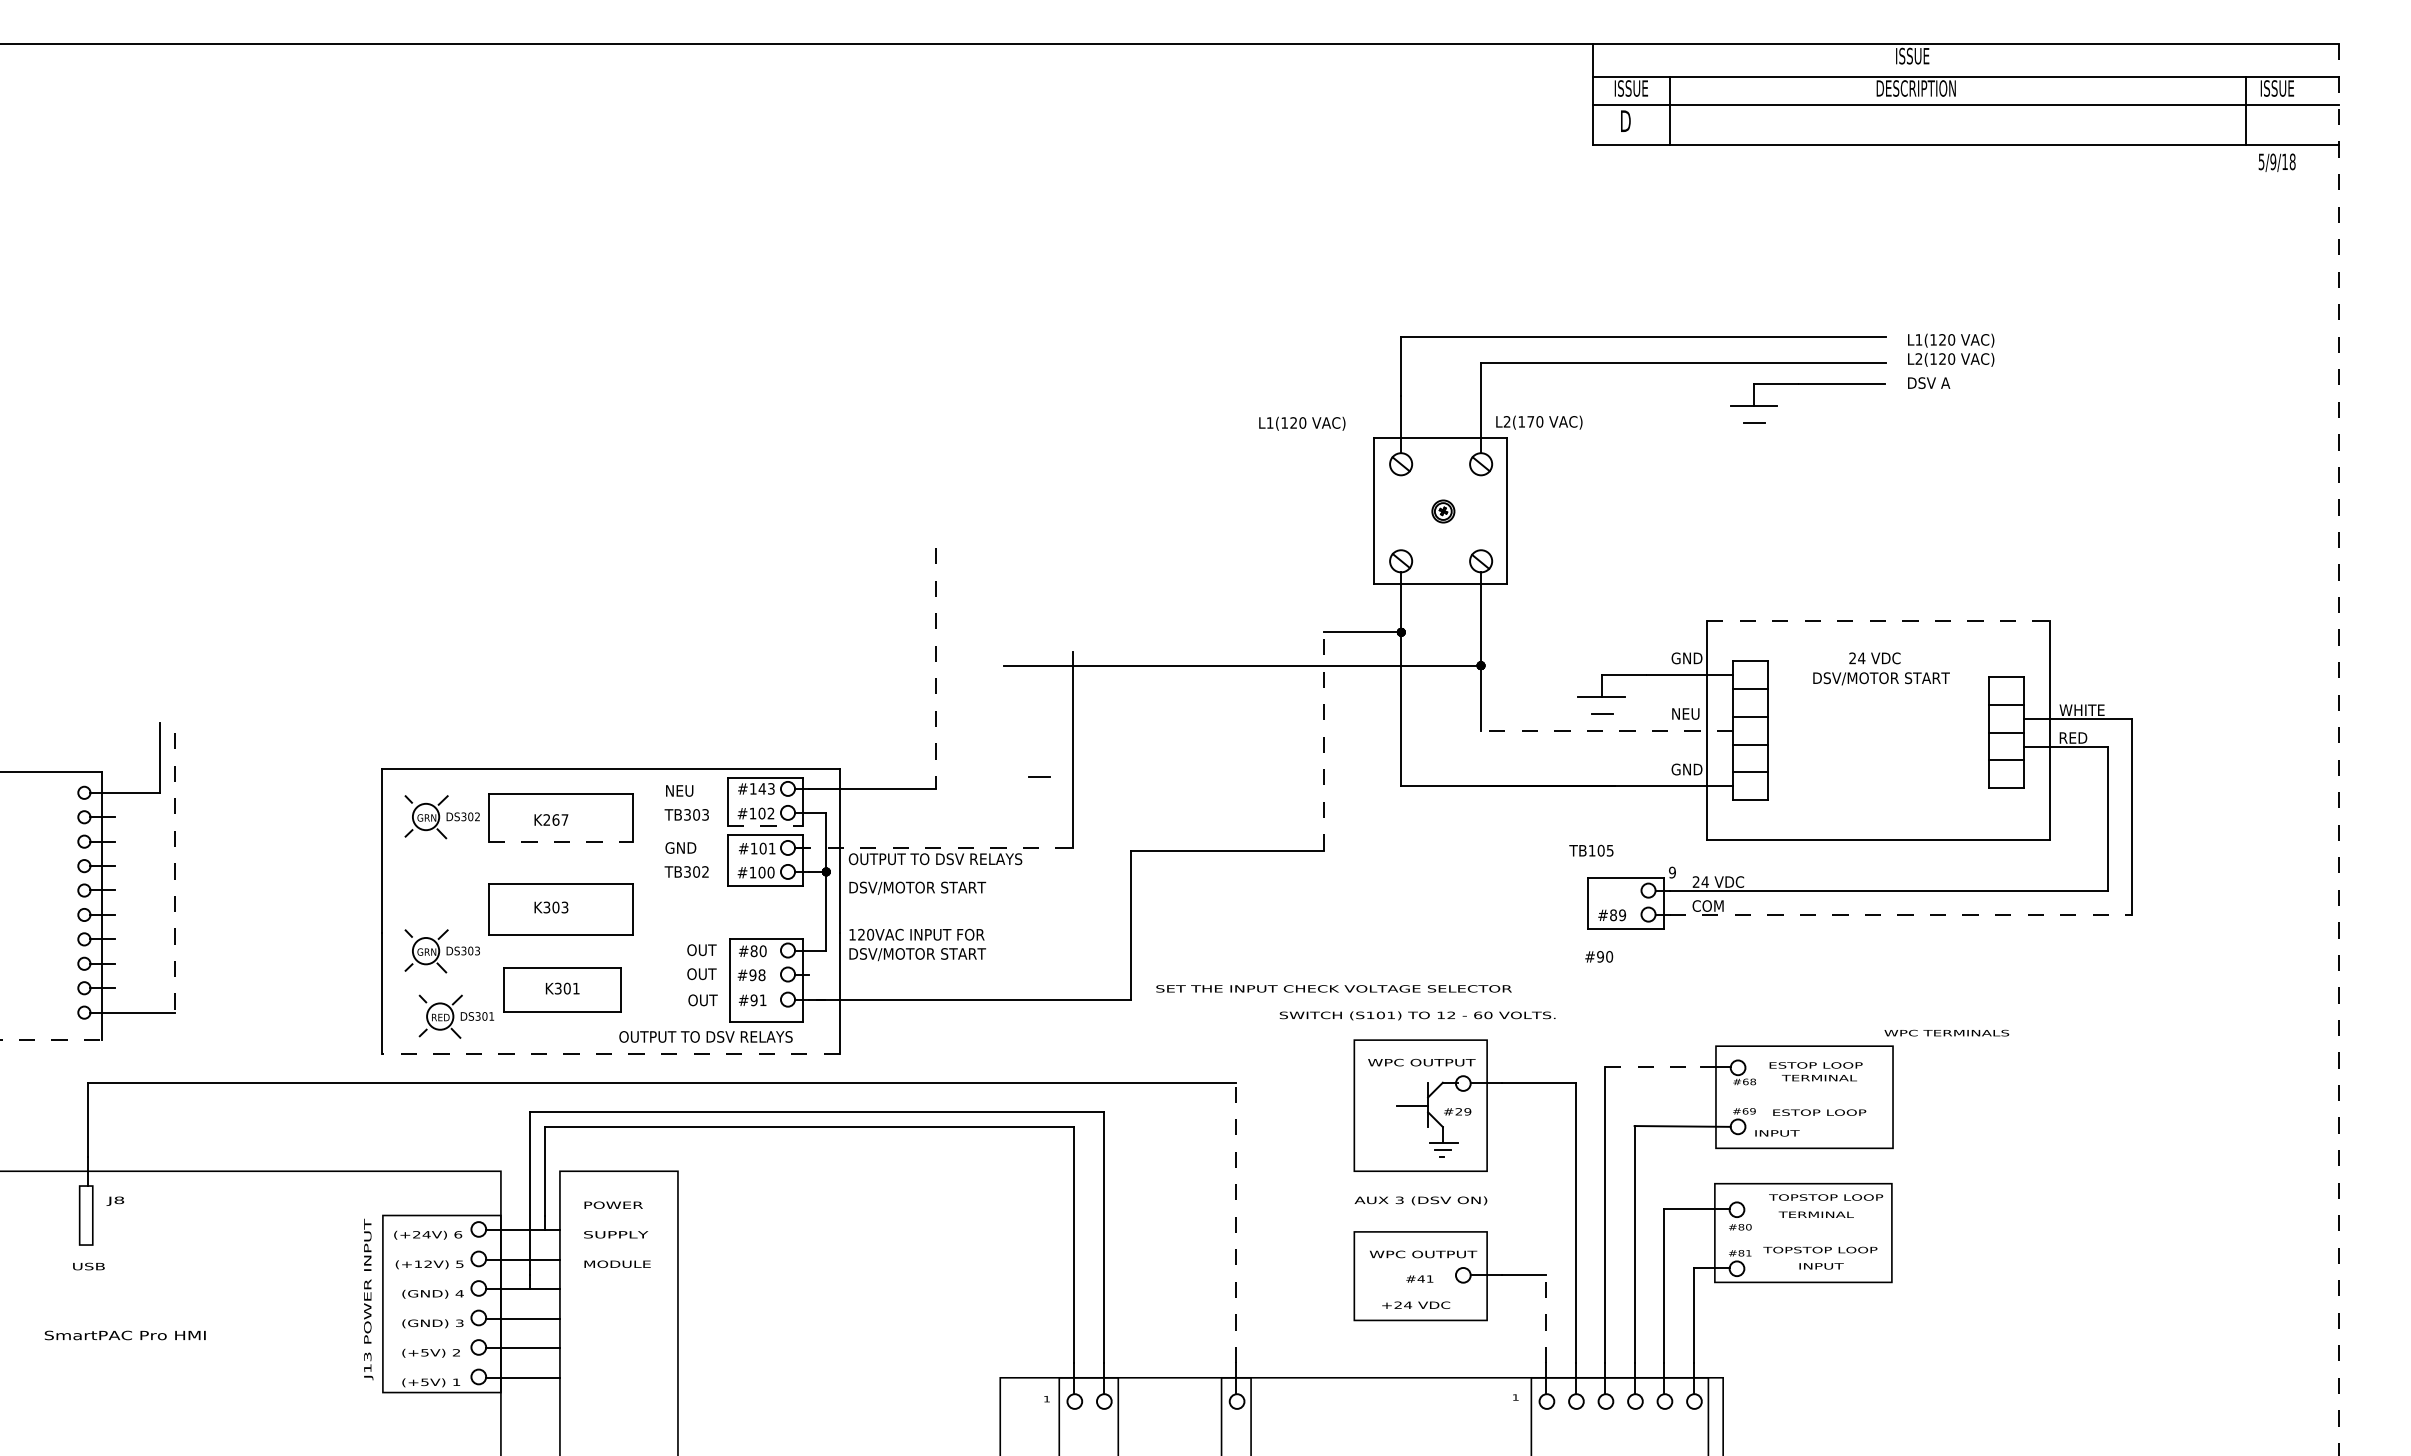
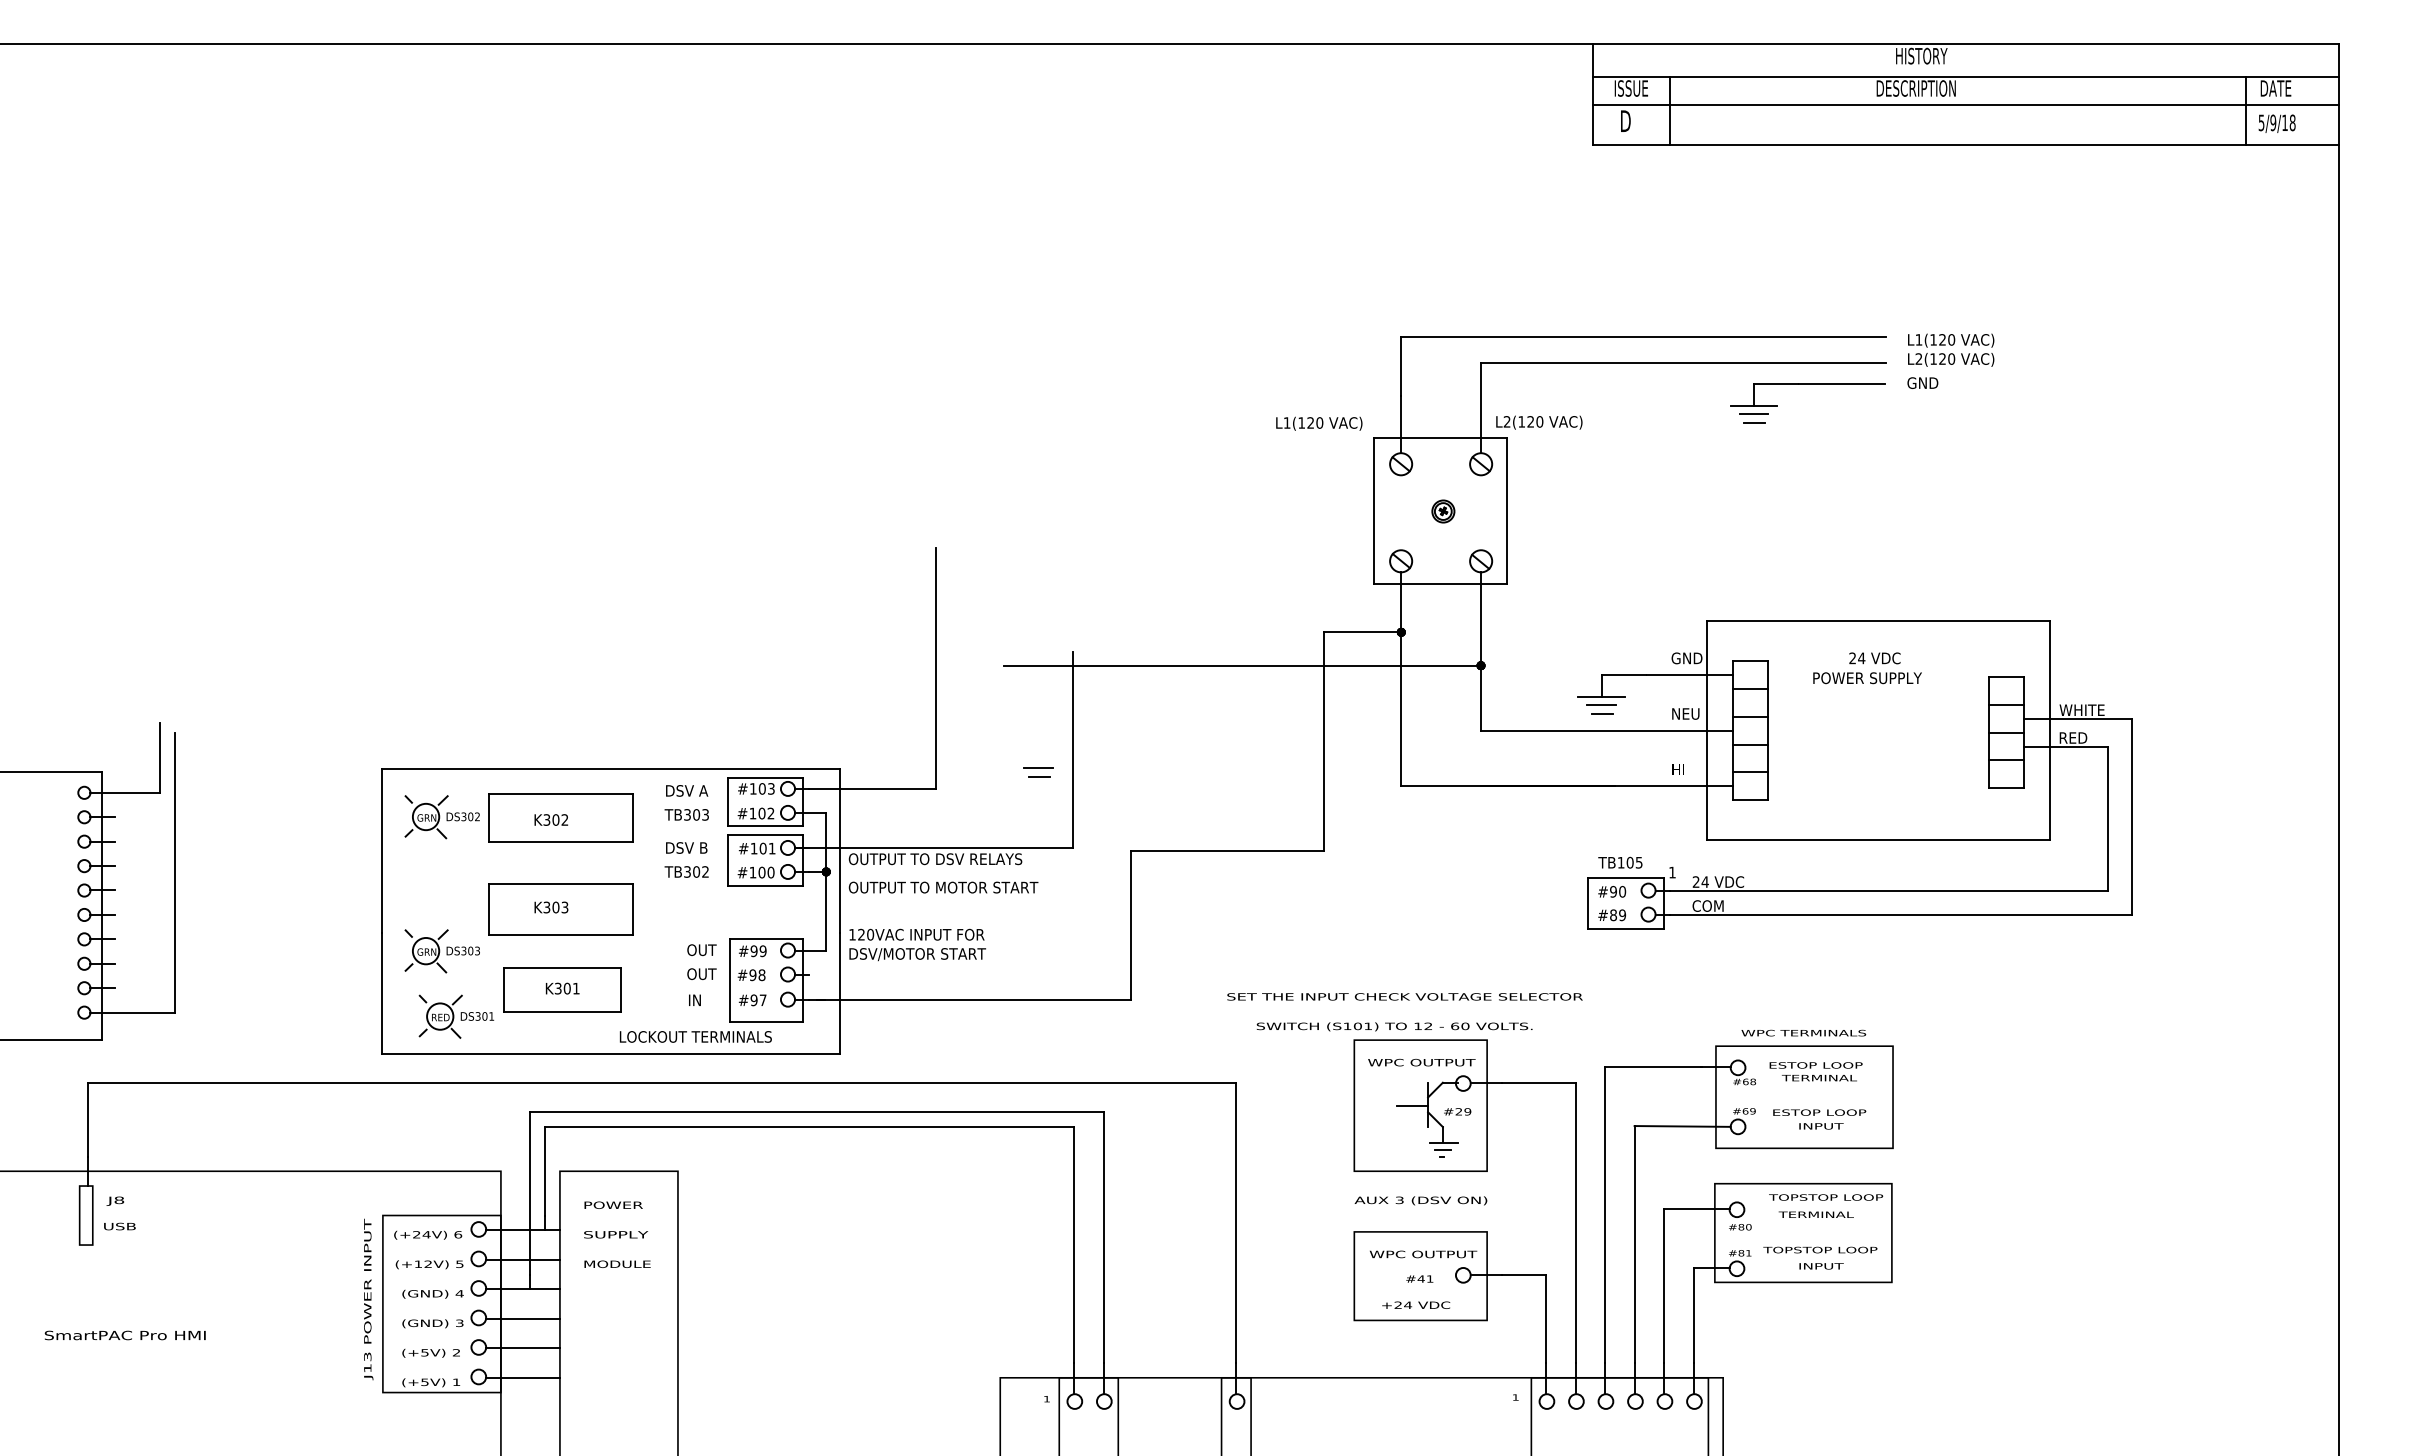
text at (1922, 55): ISSUE -> HISTORY
text at (2278, 88): ISSUE -> DATE
text at (2276, 162) position: (2276, 162) -> (2276, 123)
text at (1928, 382): DSV A -> GND
line at (1753, 413): none -> present
text at (1530, 421): L2(170 -> L2(120
text at (1302, 423) position: (1302, 423) -> (1319, 423)
line at (1878, 621): dashed -> solid
line at (935, 669): dashed -> solid
text at (1881, 678): DSV/MOTOR START -> POWER SUPPLY
line at (1601, 704): none -> present
line at (1606, 730): dashed -> solid
line at (1323, 741): dashed -> solid
line at (2338, 749): dashed -> solid
line at (1038, 768): none -> present
text at (1686, 769): GND -> HI
text at (762, 788): #143 -> #103
text at (687, 790): NEU -> DSV A
text at (555, 819): K267 -> K302
line at (765, 825): dashed -> solid
line at (561, 842): dashed -> solid
text at (686, 847): GND -> DSV B
line at (934, 847): dashed -> solid
text at (1591, 850) position: (1591, 850) -> (1620, 862)
line at (175, 872): dashed -> solid
text at (1672, 872): 9 -> 1
text at (943, 887): DSV/MOTOR START -> OUTPUT TO MOTOR START
line at (1901, 914): dashed -> solid
text at (758, 951): #80 -> #99
text at (1599, 956) position: (1599, 956) -> (1612, 891)
text at (1333, 988) position: (1333, 988) -> (1404, 996)
text at (762, 999): #91 -> #97
text at (702, 1000): OUT -> IN
text at (1417, 1015) position: (1417, 1015) -> (1394, 1026)
text at (1946, 1032) position: (1946, 1032) -> (1803, 1032)
text at (705, 1036): OUTPUT TO DSV RELAYS -> LOCKOUT TERMINALS
line at (51, 1040): dashed -> solid
line at (610, 1053): dashed -> solid
line at (1653, 1067): dashed -> solid
text at (1777, 1133) position: (1777, 1133) -> (1821, 1126)
line at (1236, 1222): dashed -> solid
text at (88, 1266) position: (88, 1266) -> (119, 1226)
line at (1546, 1318): dashed -> solid
